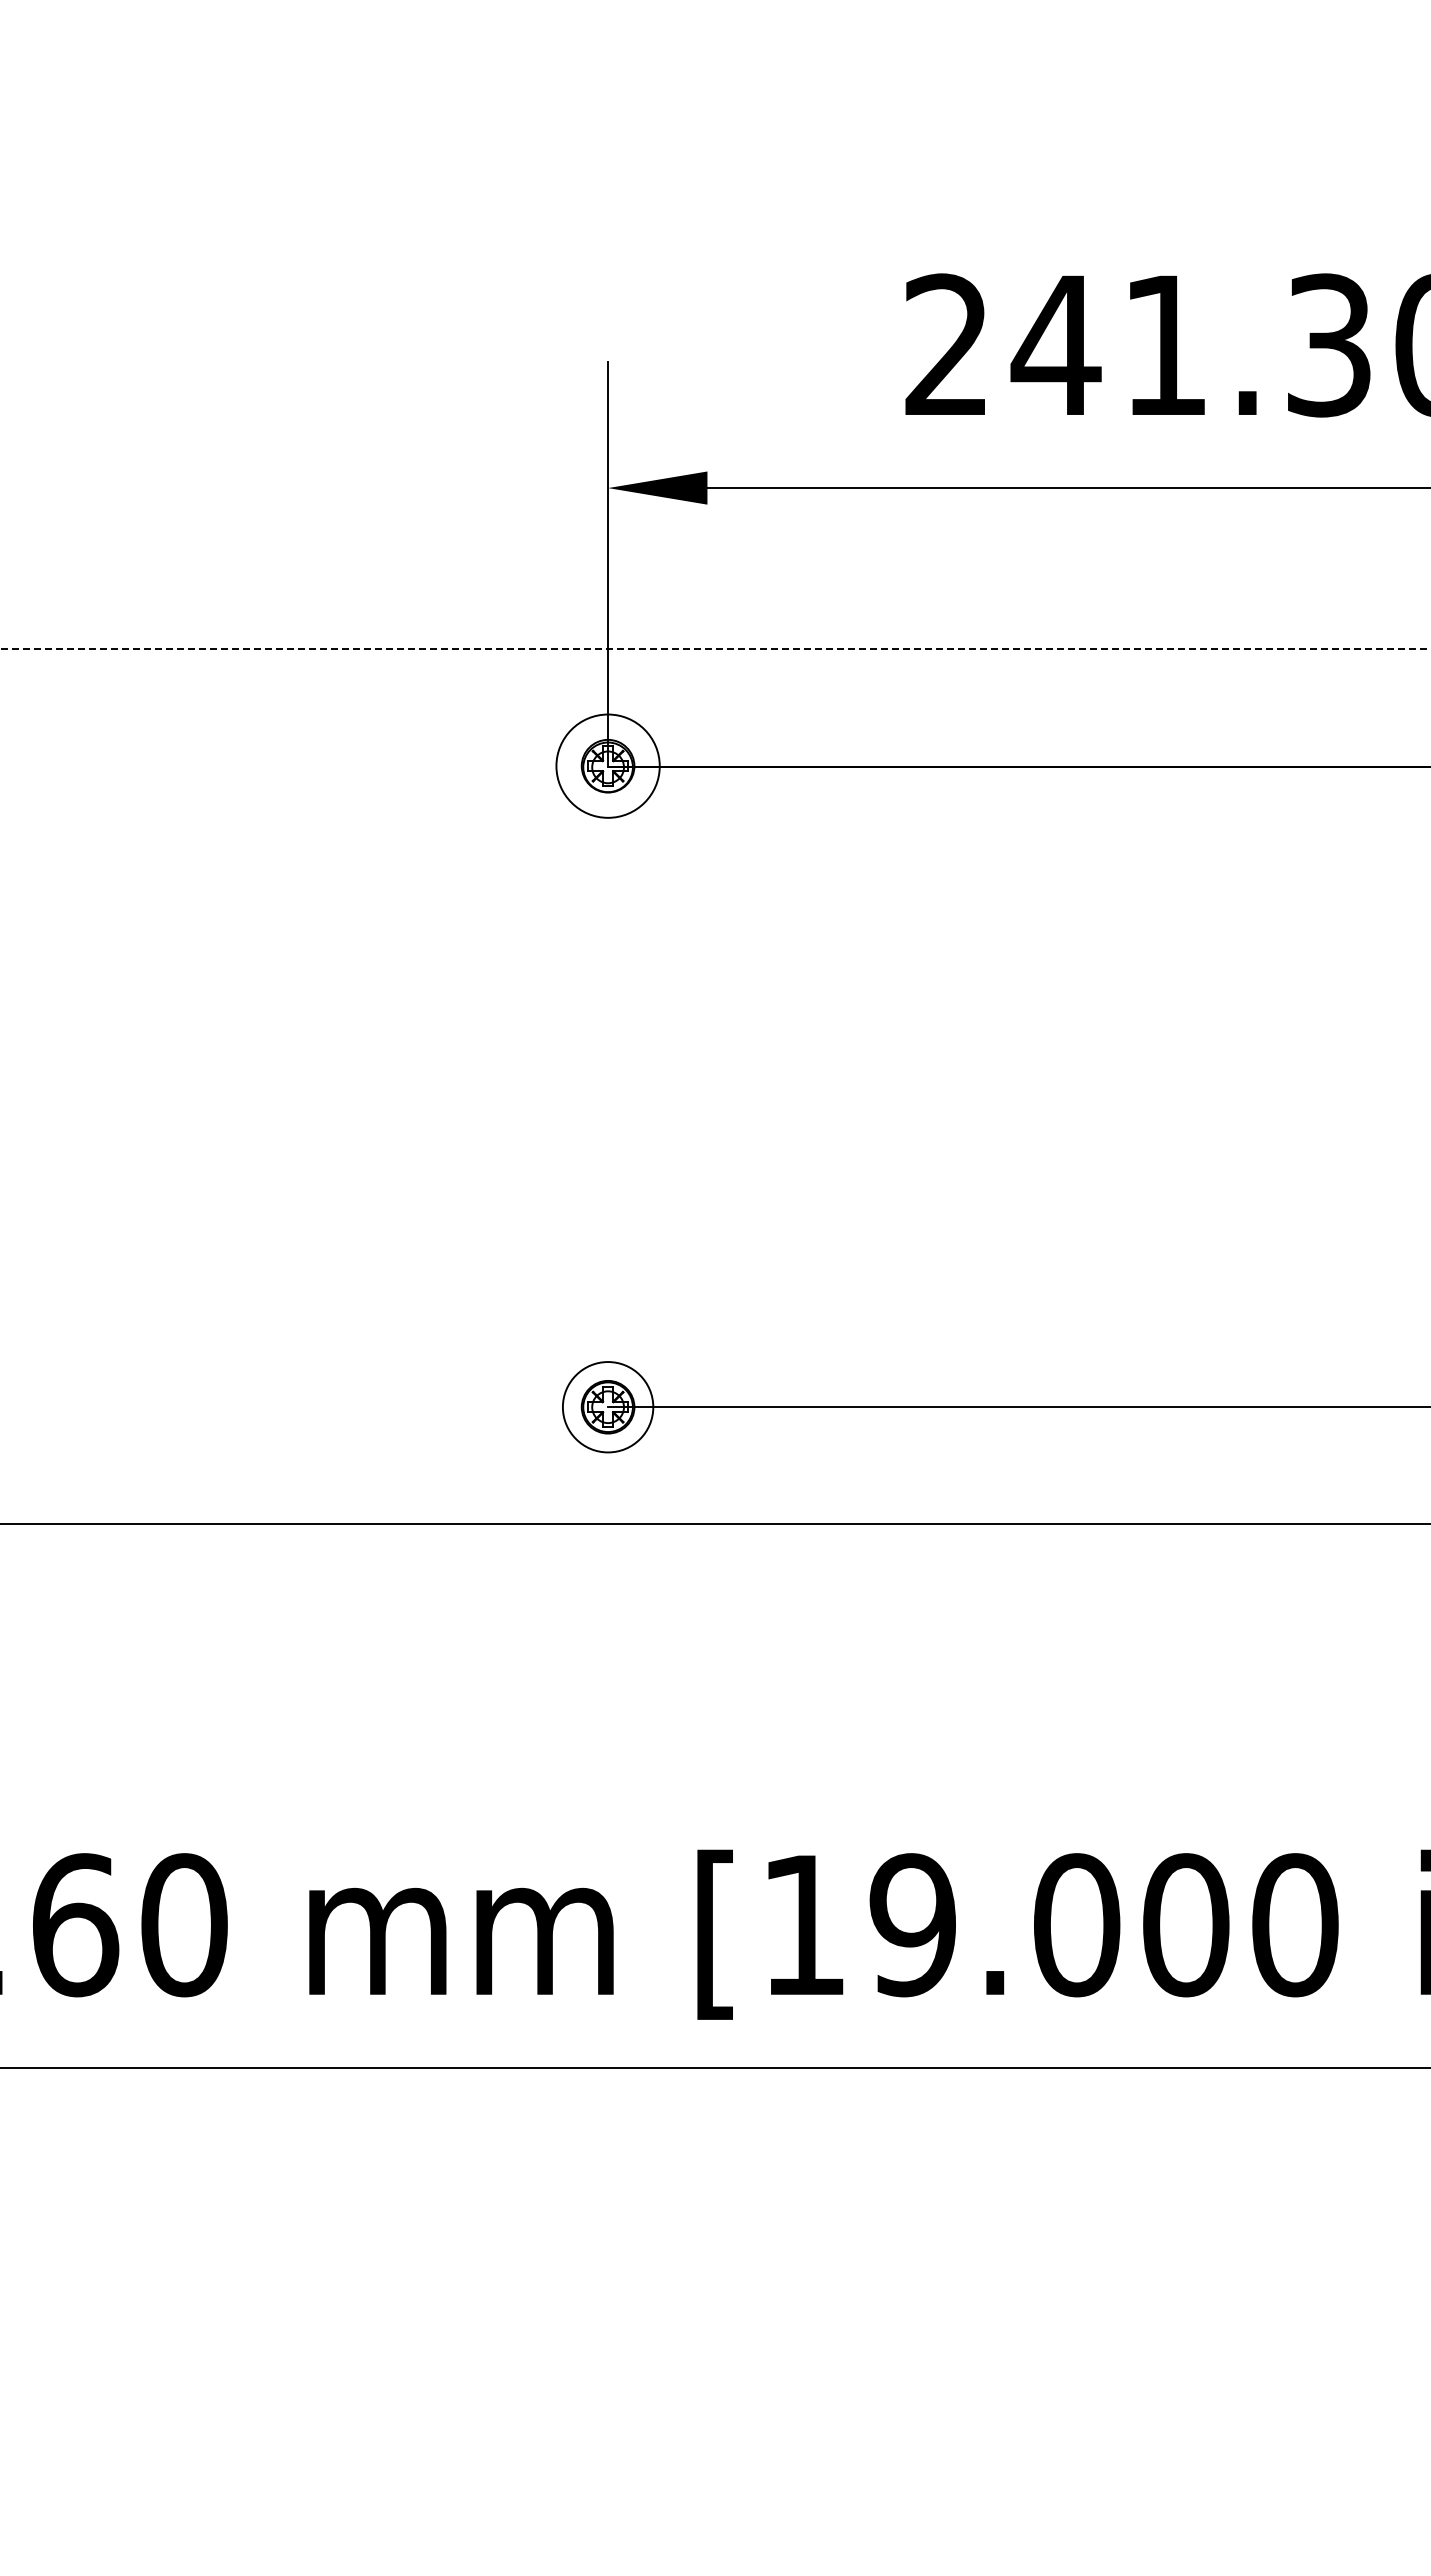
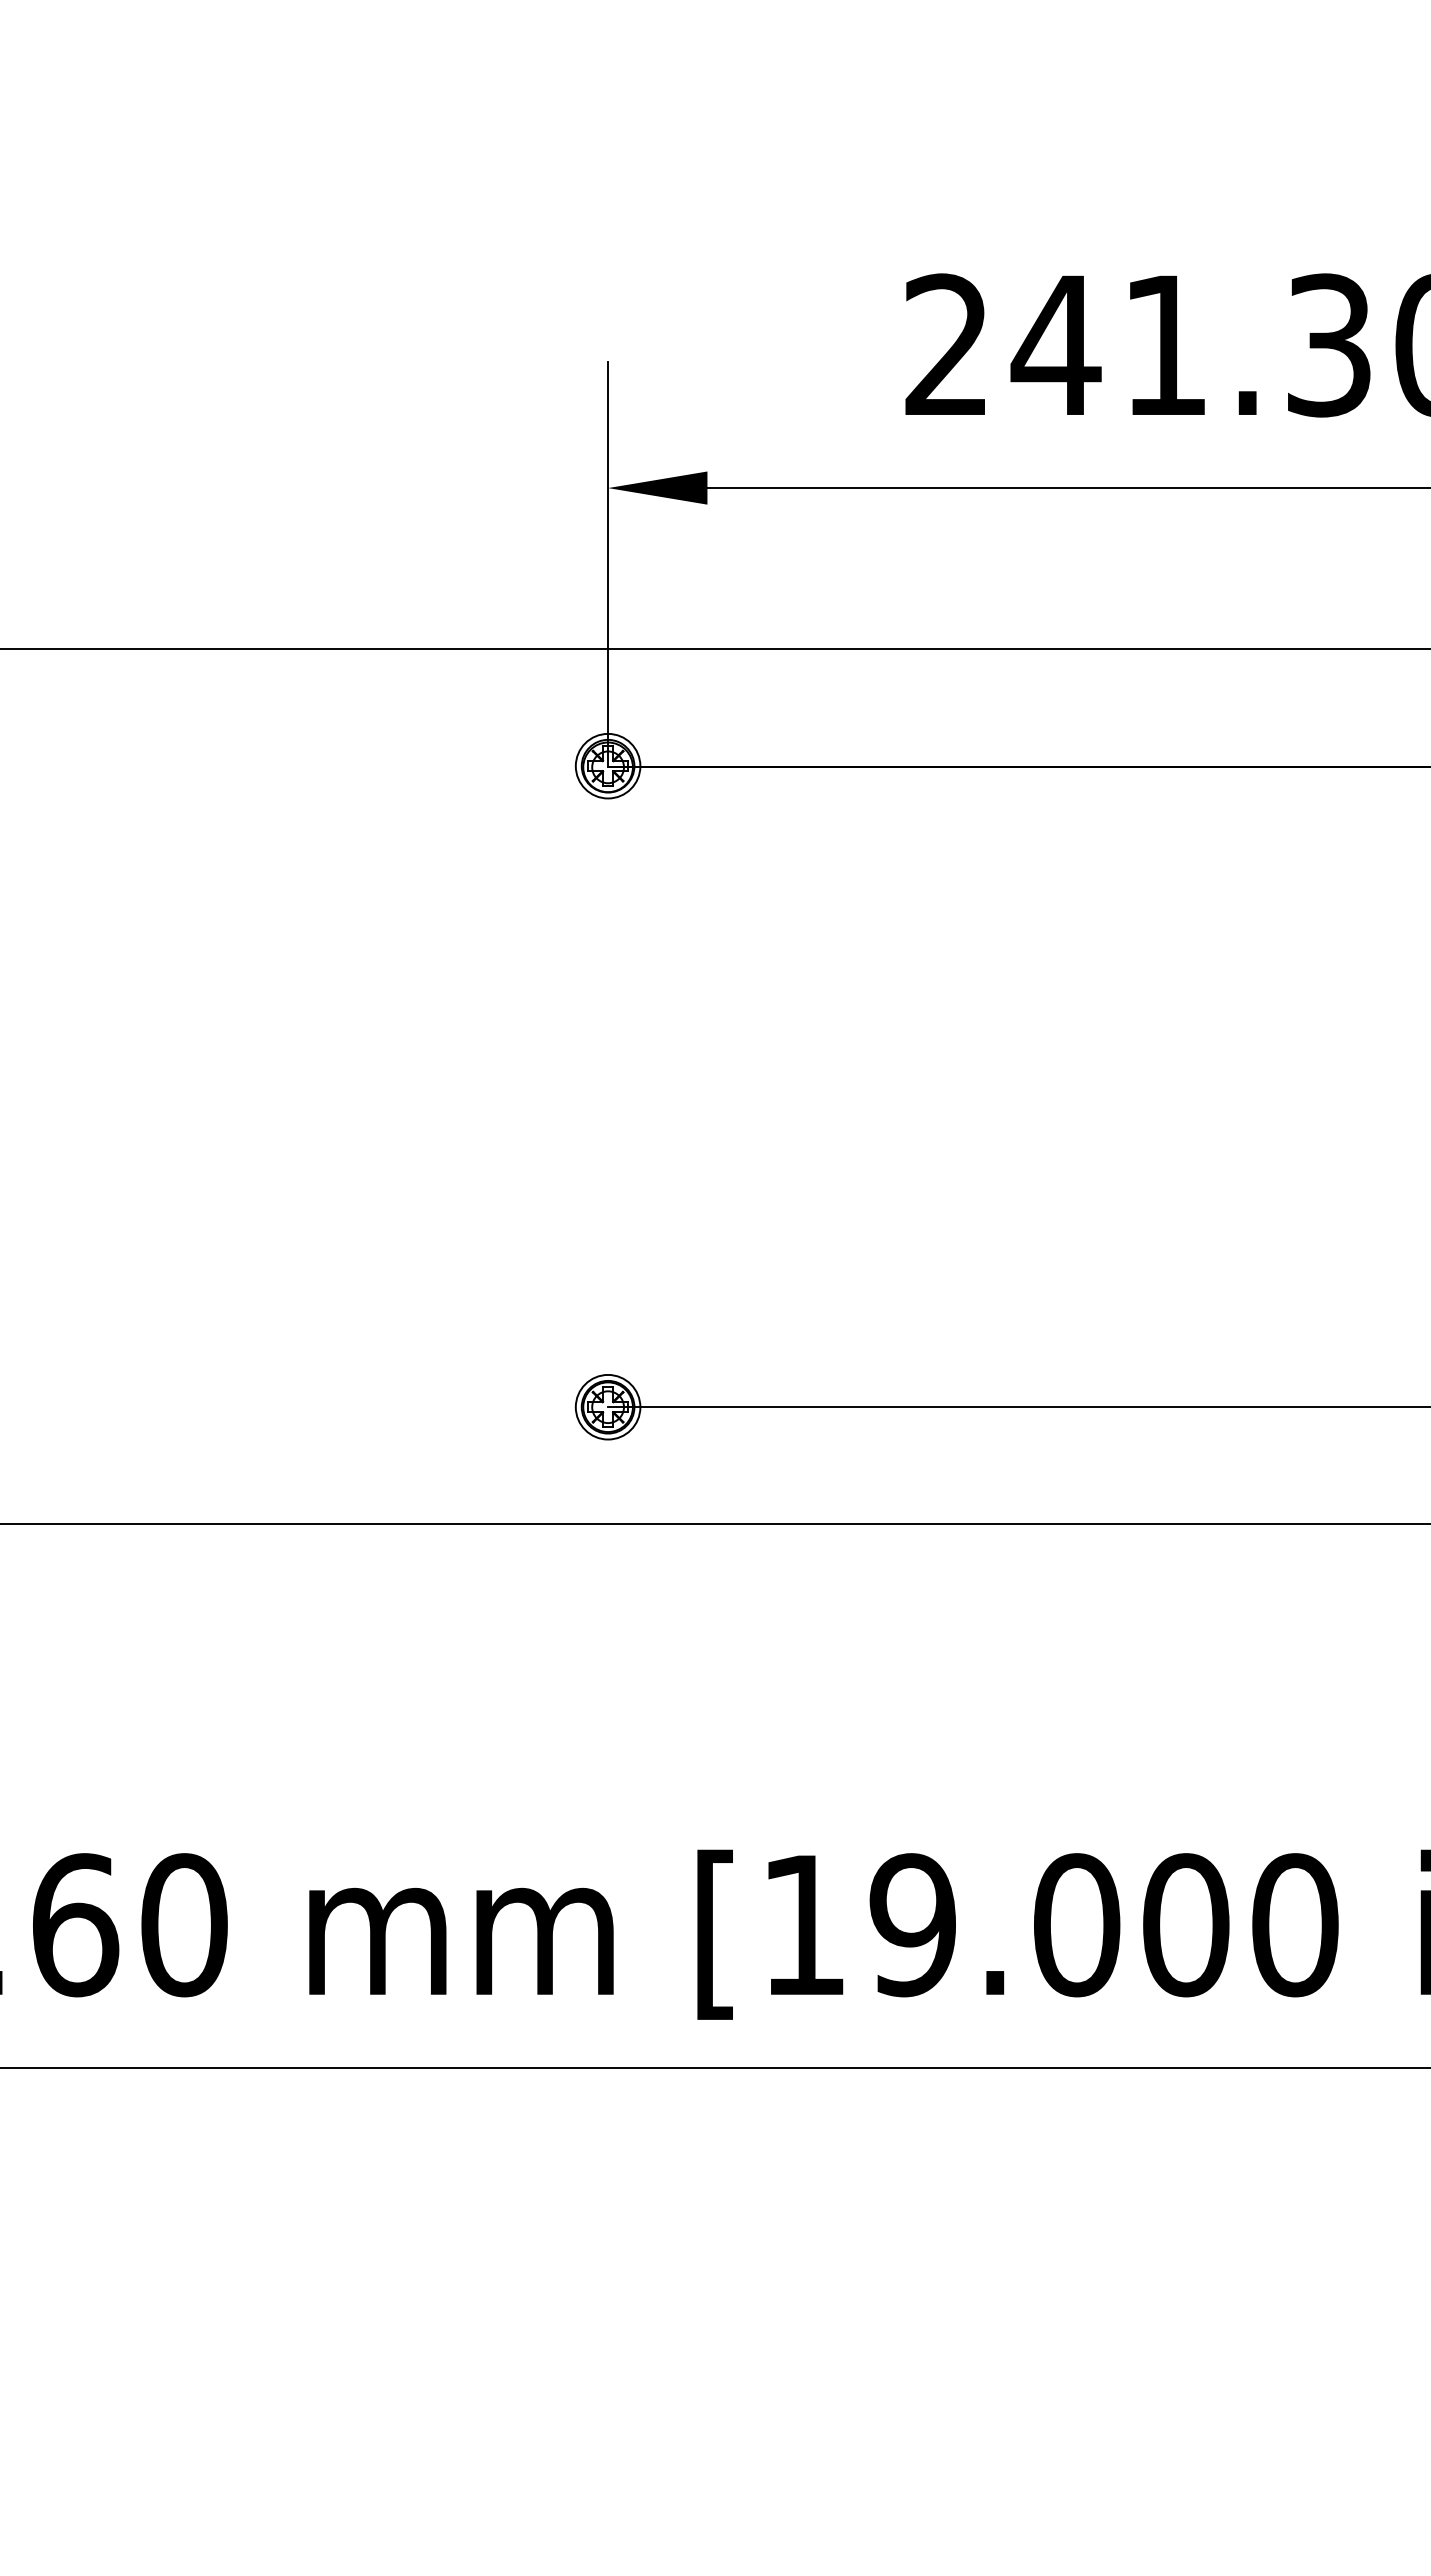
line at (715, 649): dashed -> solid
circle at (607, 765) diameter: 103 px -> 65 px
circle at (607, 1407) diameter: 90 px -> 65 px
